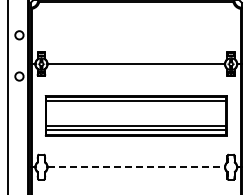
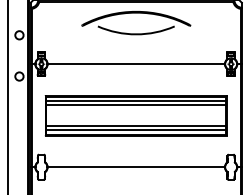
part at (136, 13): none -> present
line at (136, 105): none -> present
line at (136, 167): dashed -> solid
